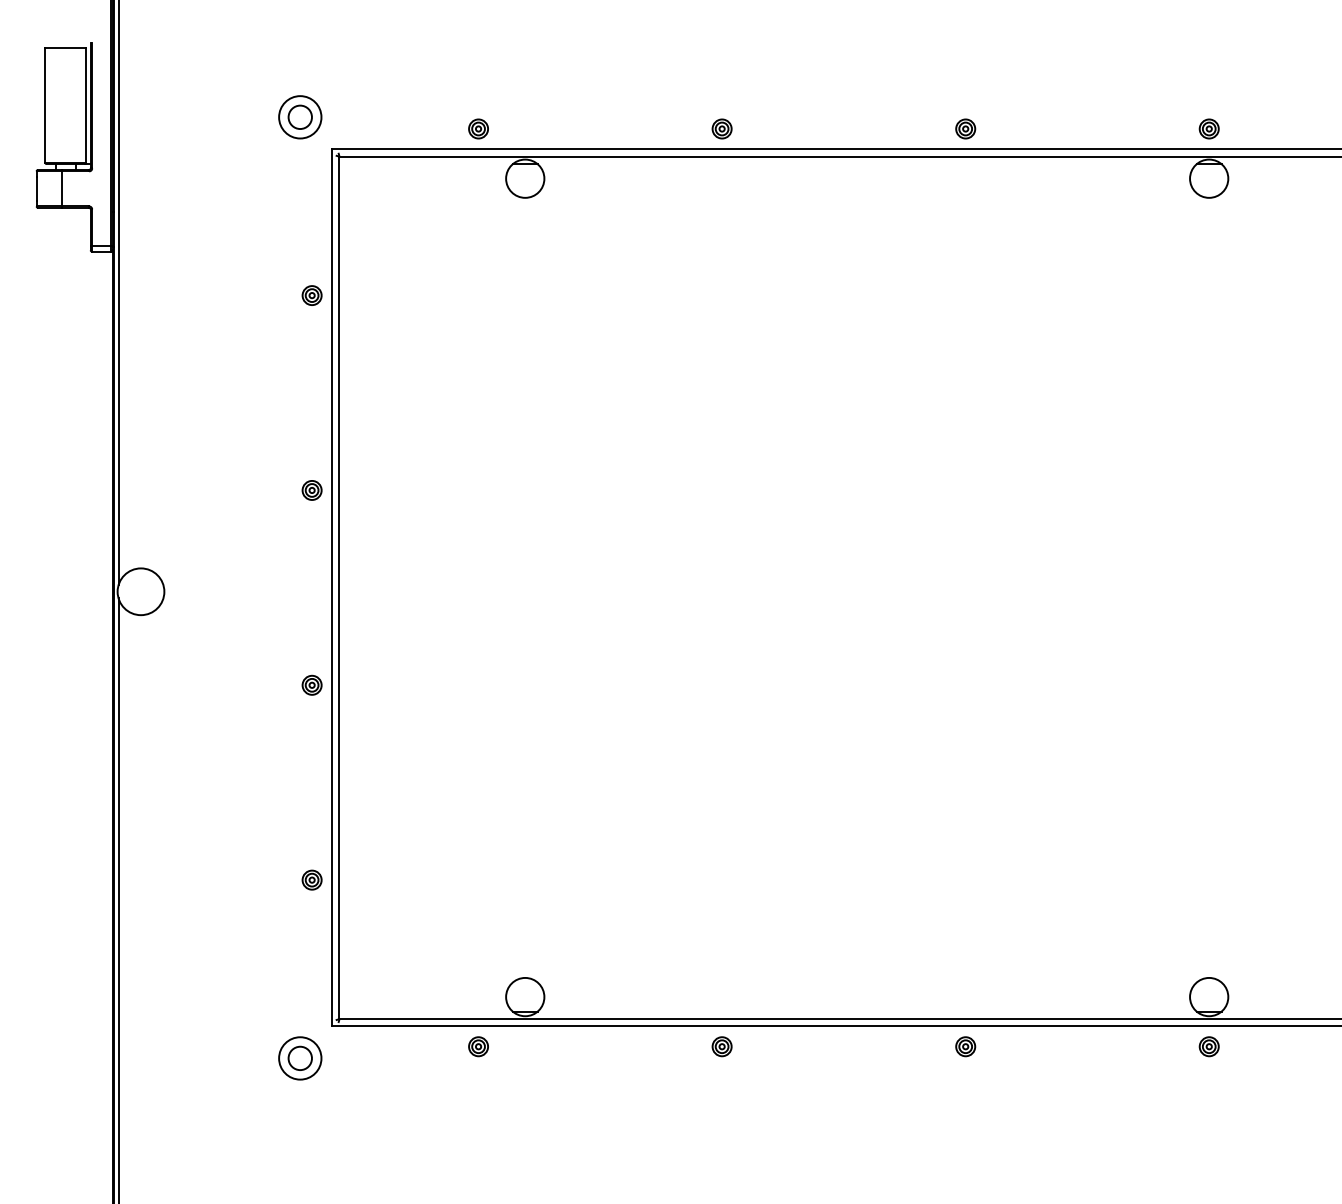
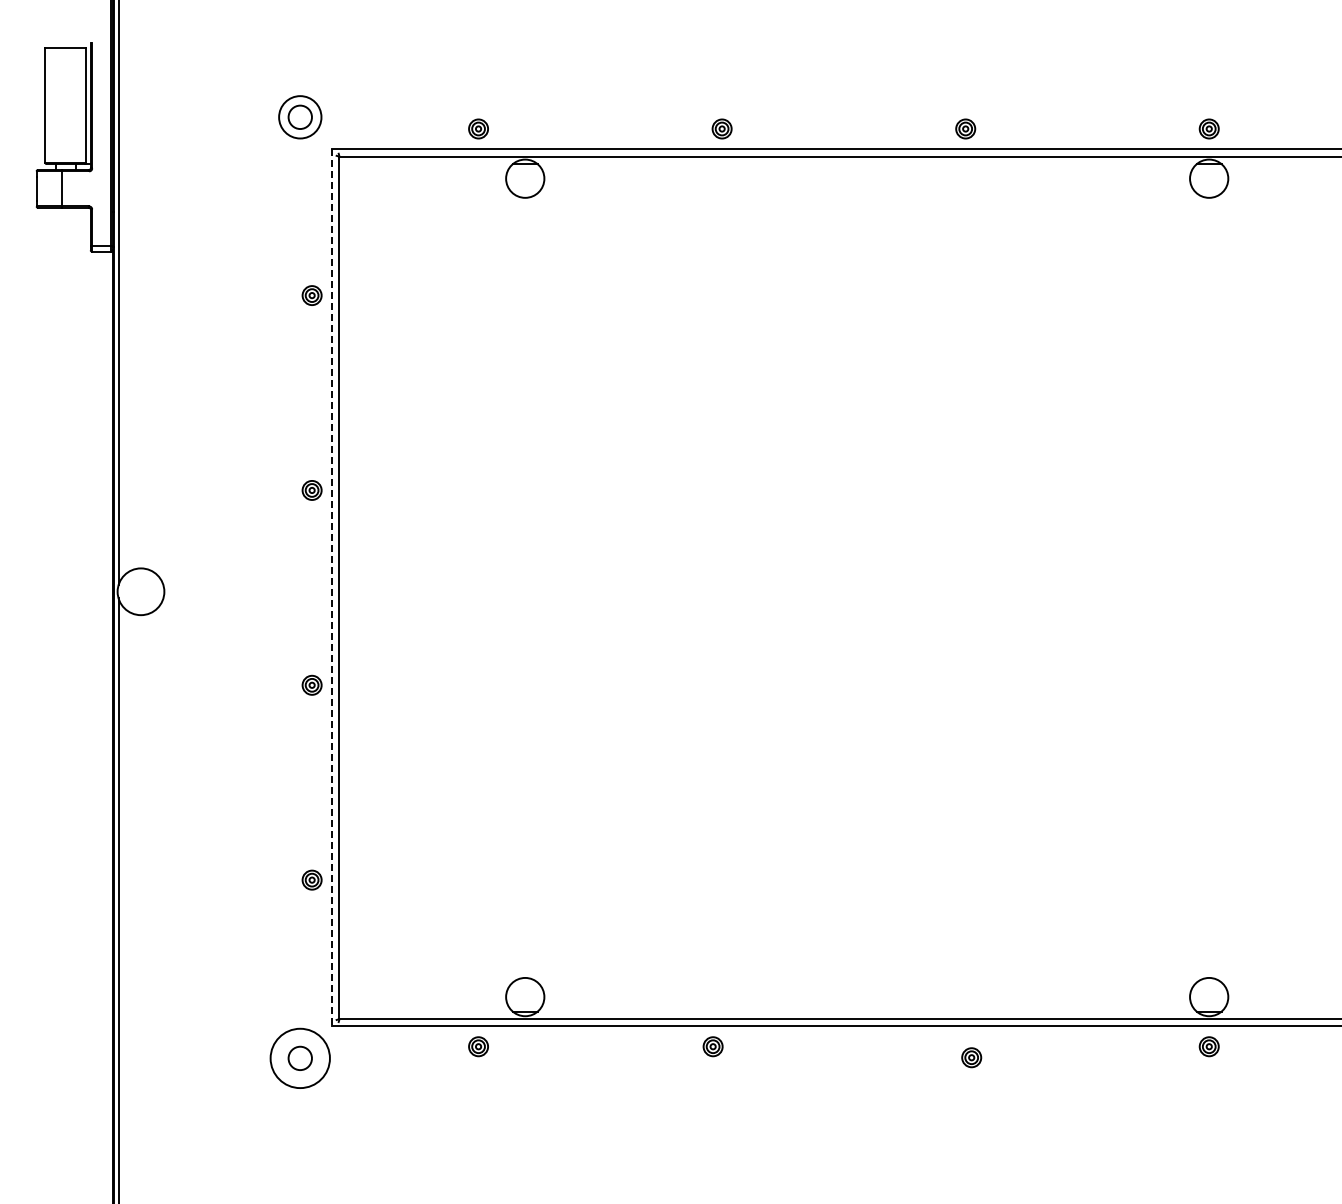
line at (332, 588): solid -> dashed
part at (721, 1046) position: (721, 1046) -> (712, 1046)
part at (965, 1046) position: (965, 1046) -> (971, 1057)
circle at (300, 1058) diameter: 42 px -> 59 px
